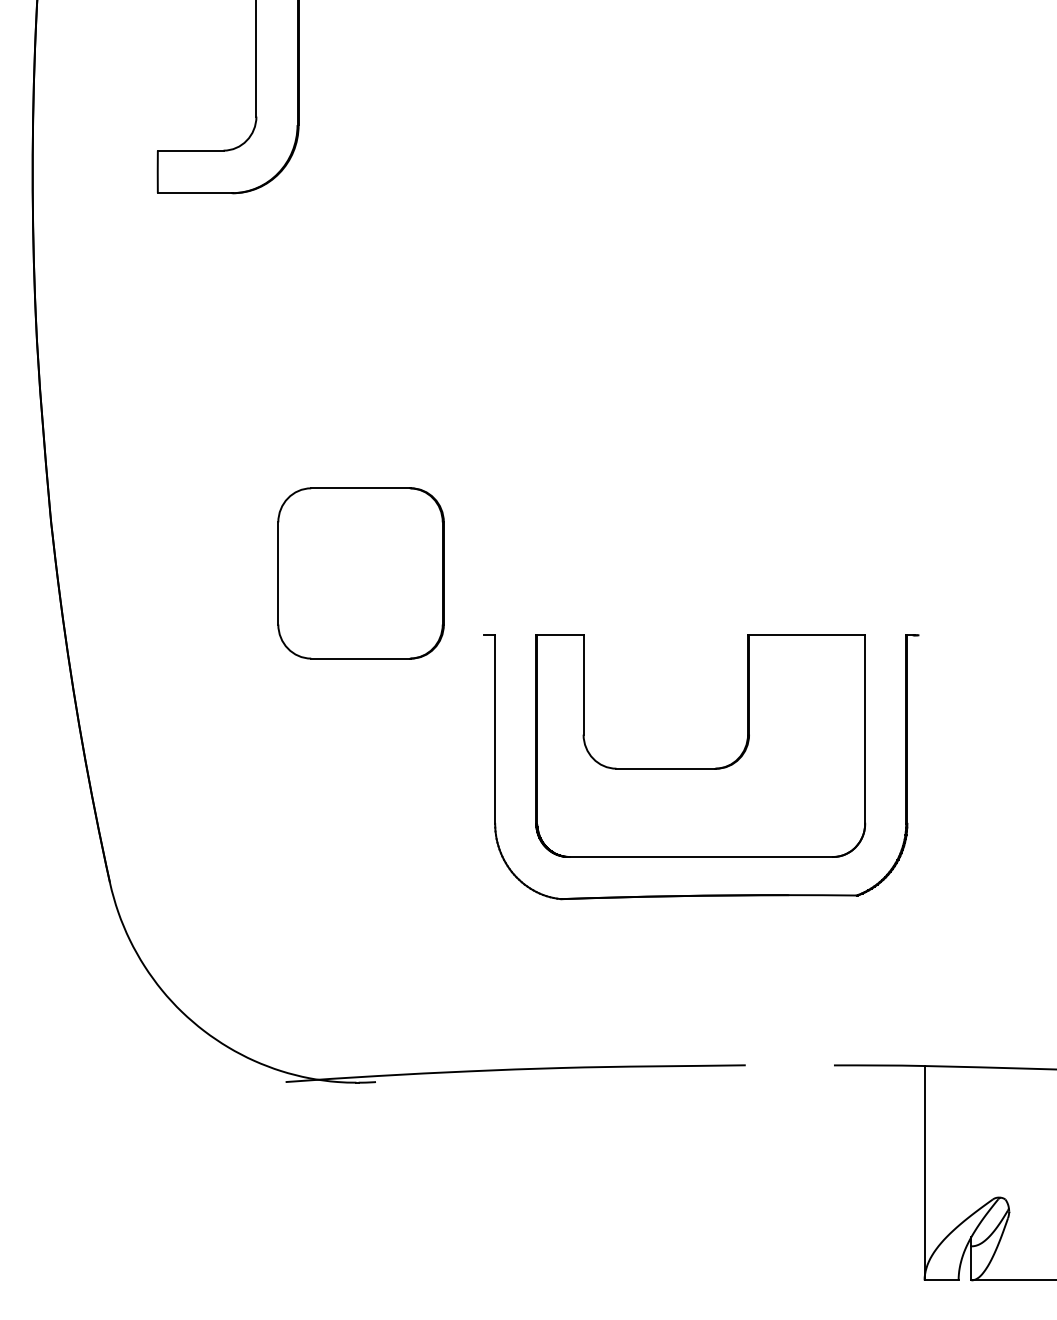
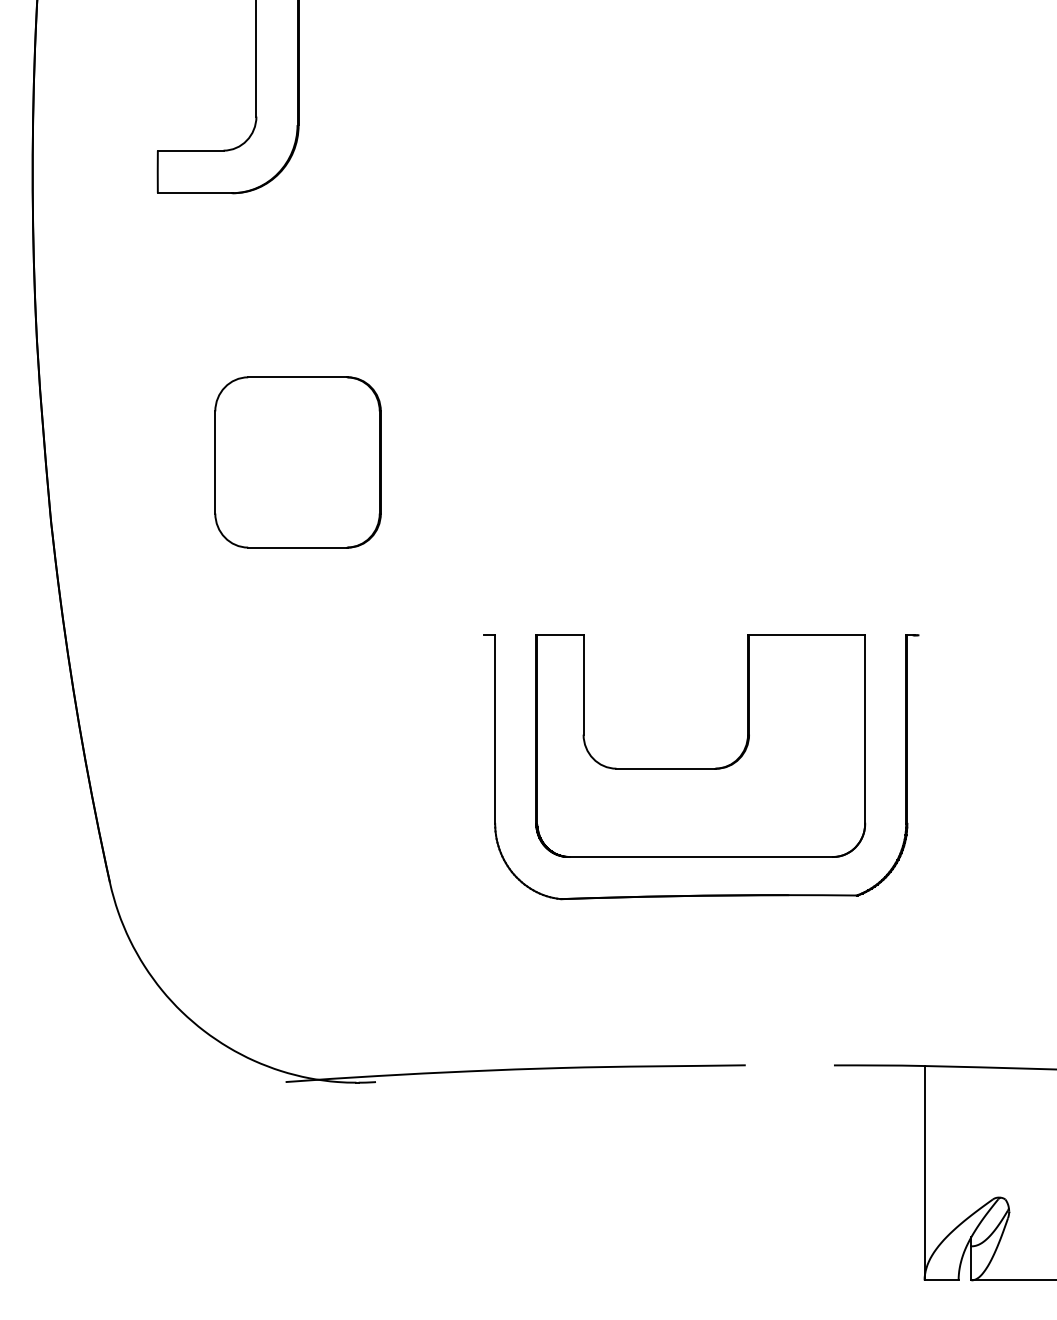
part at (360, 573) position: (360, 573) -> (297, 462)
